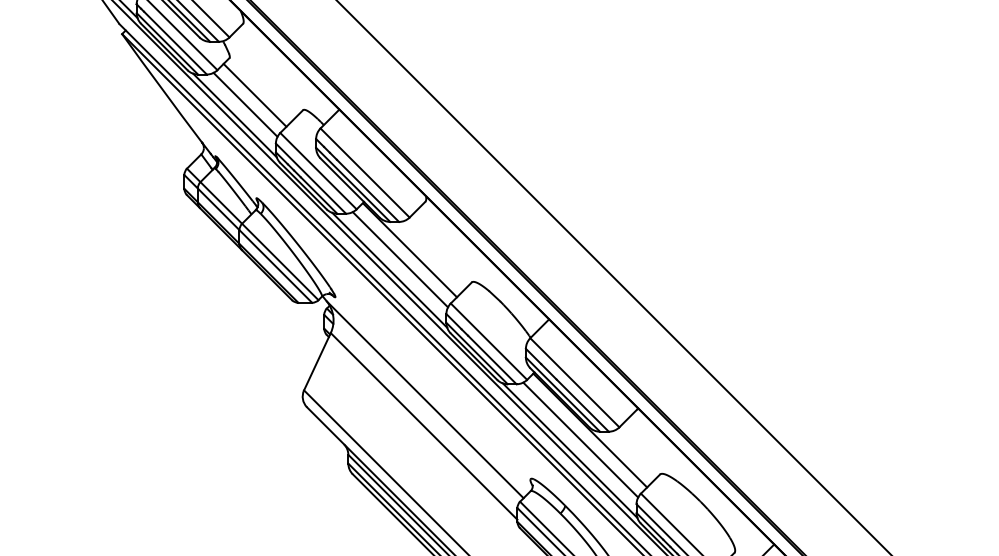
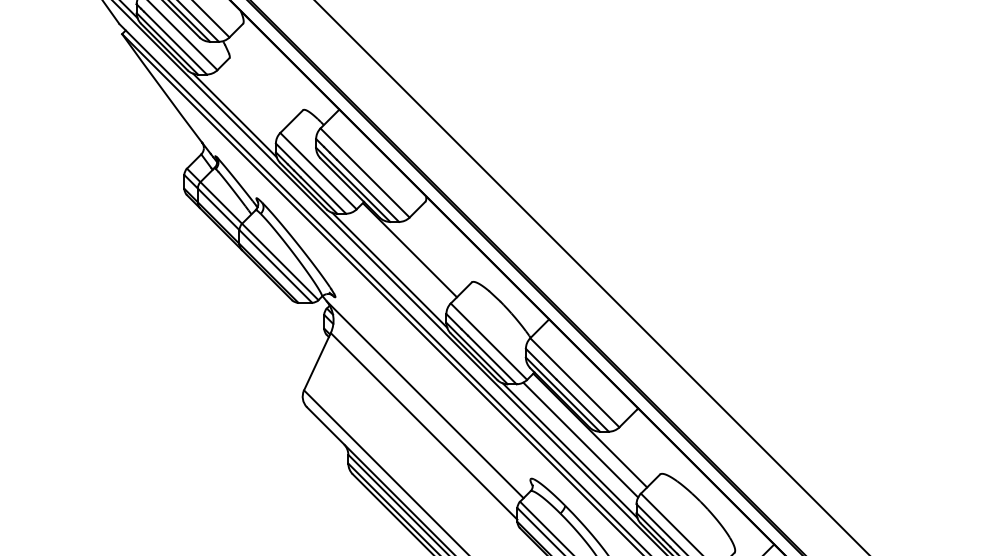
line at (254, 94): present -> none
line at (245, 104): present -> none
line at (400, 259): present -> none
line at (613, 277) position: (613, 277) -> (591, 277)
